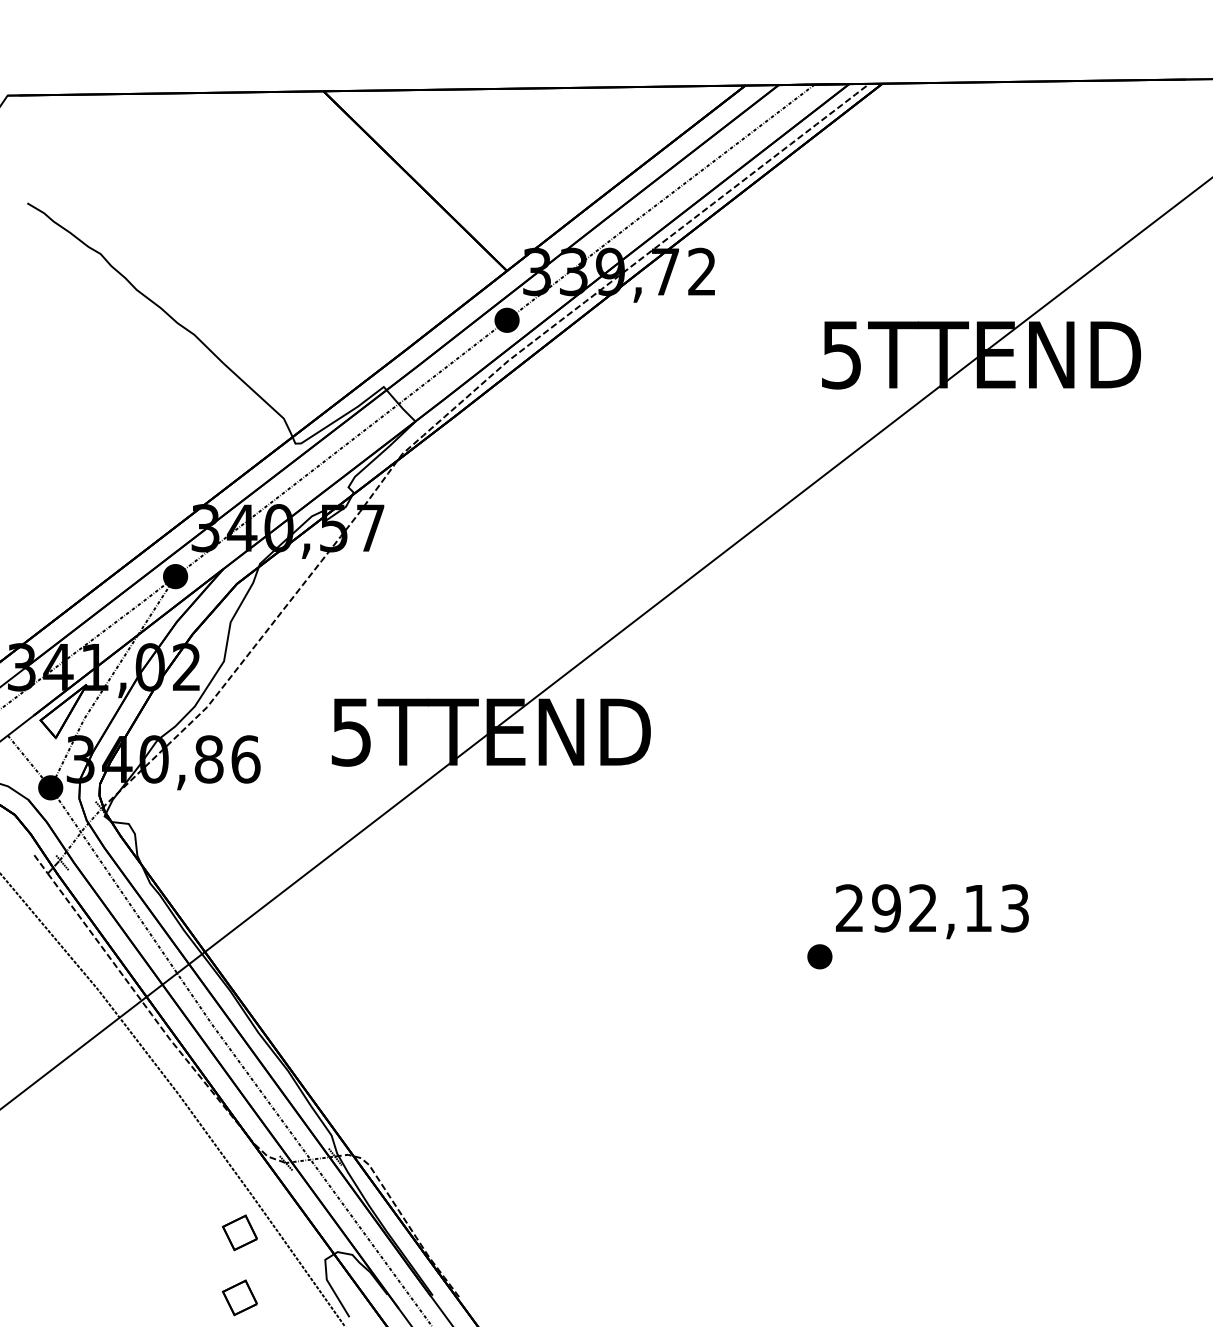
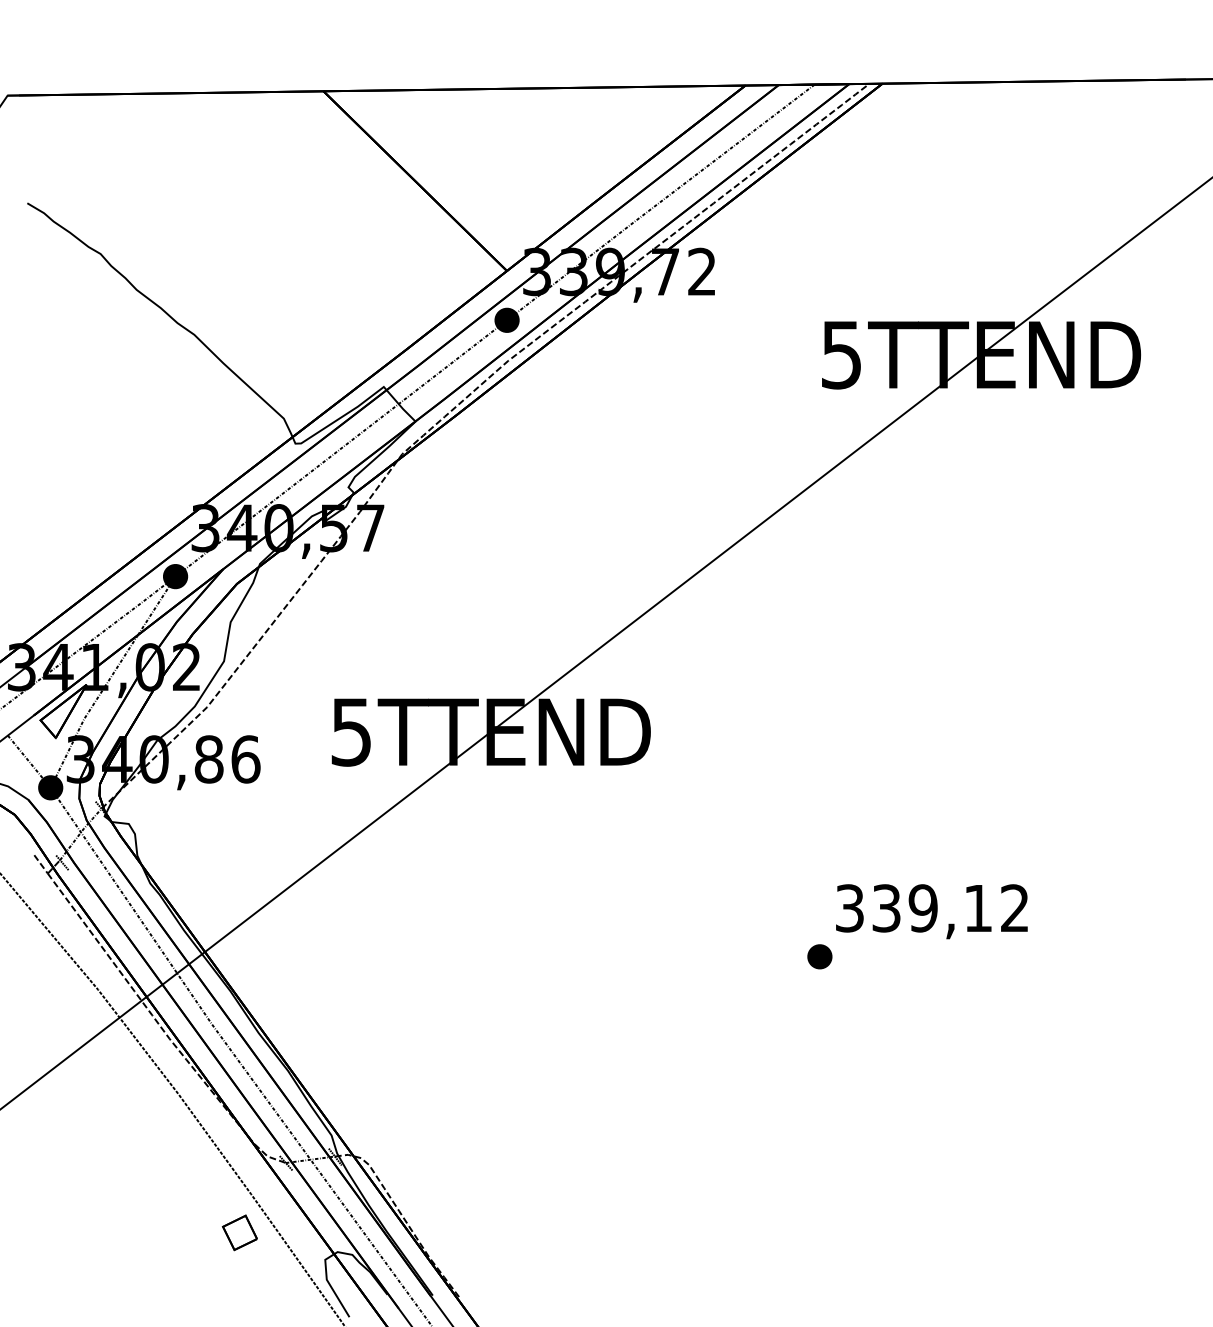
text at (932, 908): 292,13 -> 339,12
part at (239, 1297): present -> none
